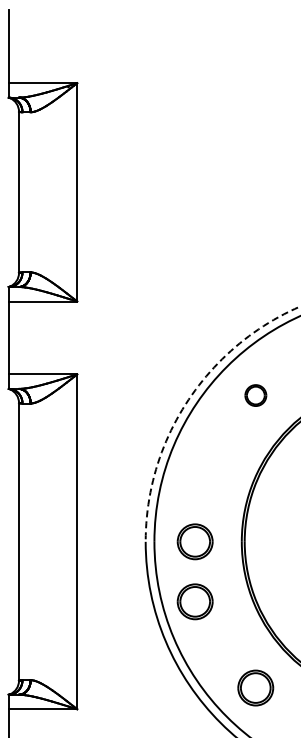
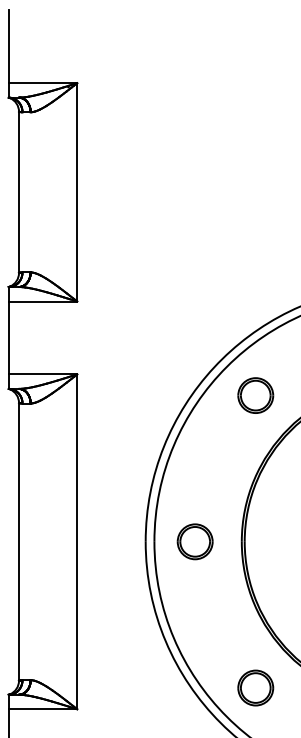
part at (255, 395) size: 24x23 px -> 38x37 px
arc at (187, 402): dashed -> solid
part at (194, 601): present -> none
